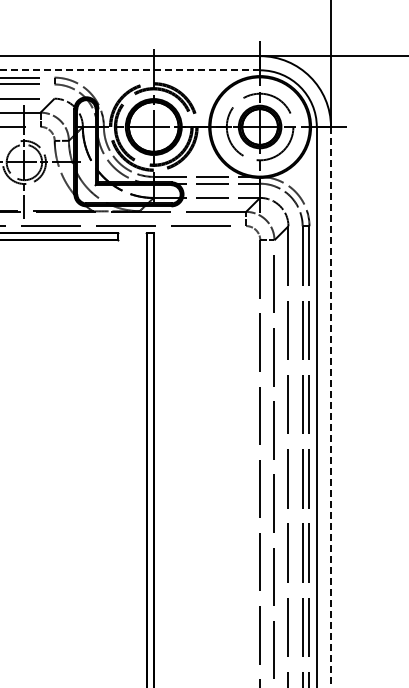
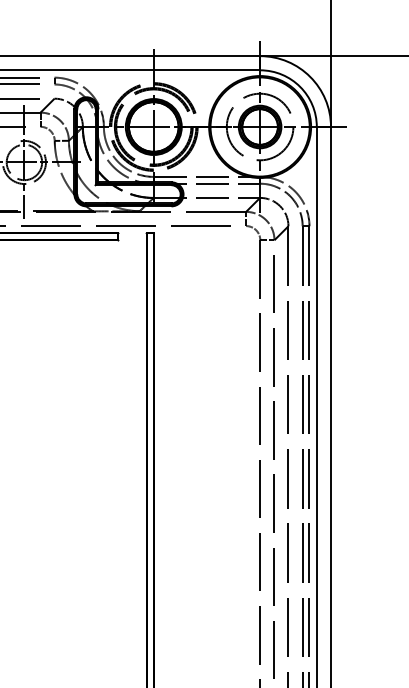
line at (130, 70): dashed -> solid
line at (331, 407): dashed -> solid
